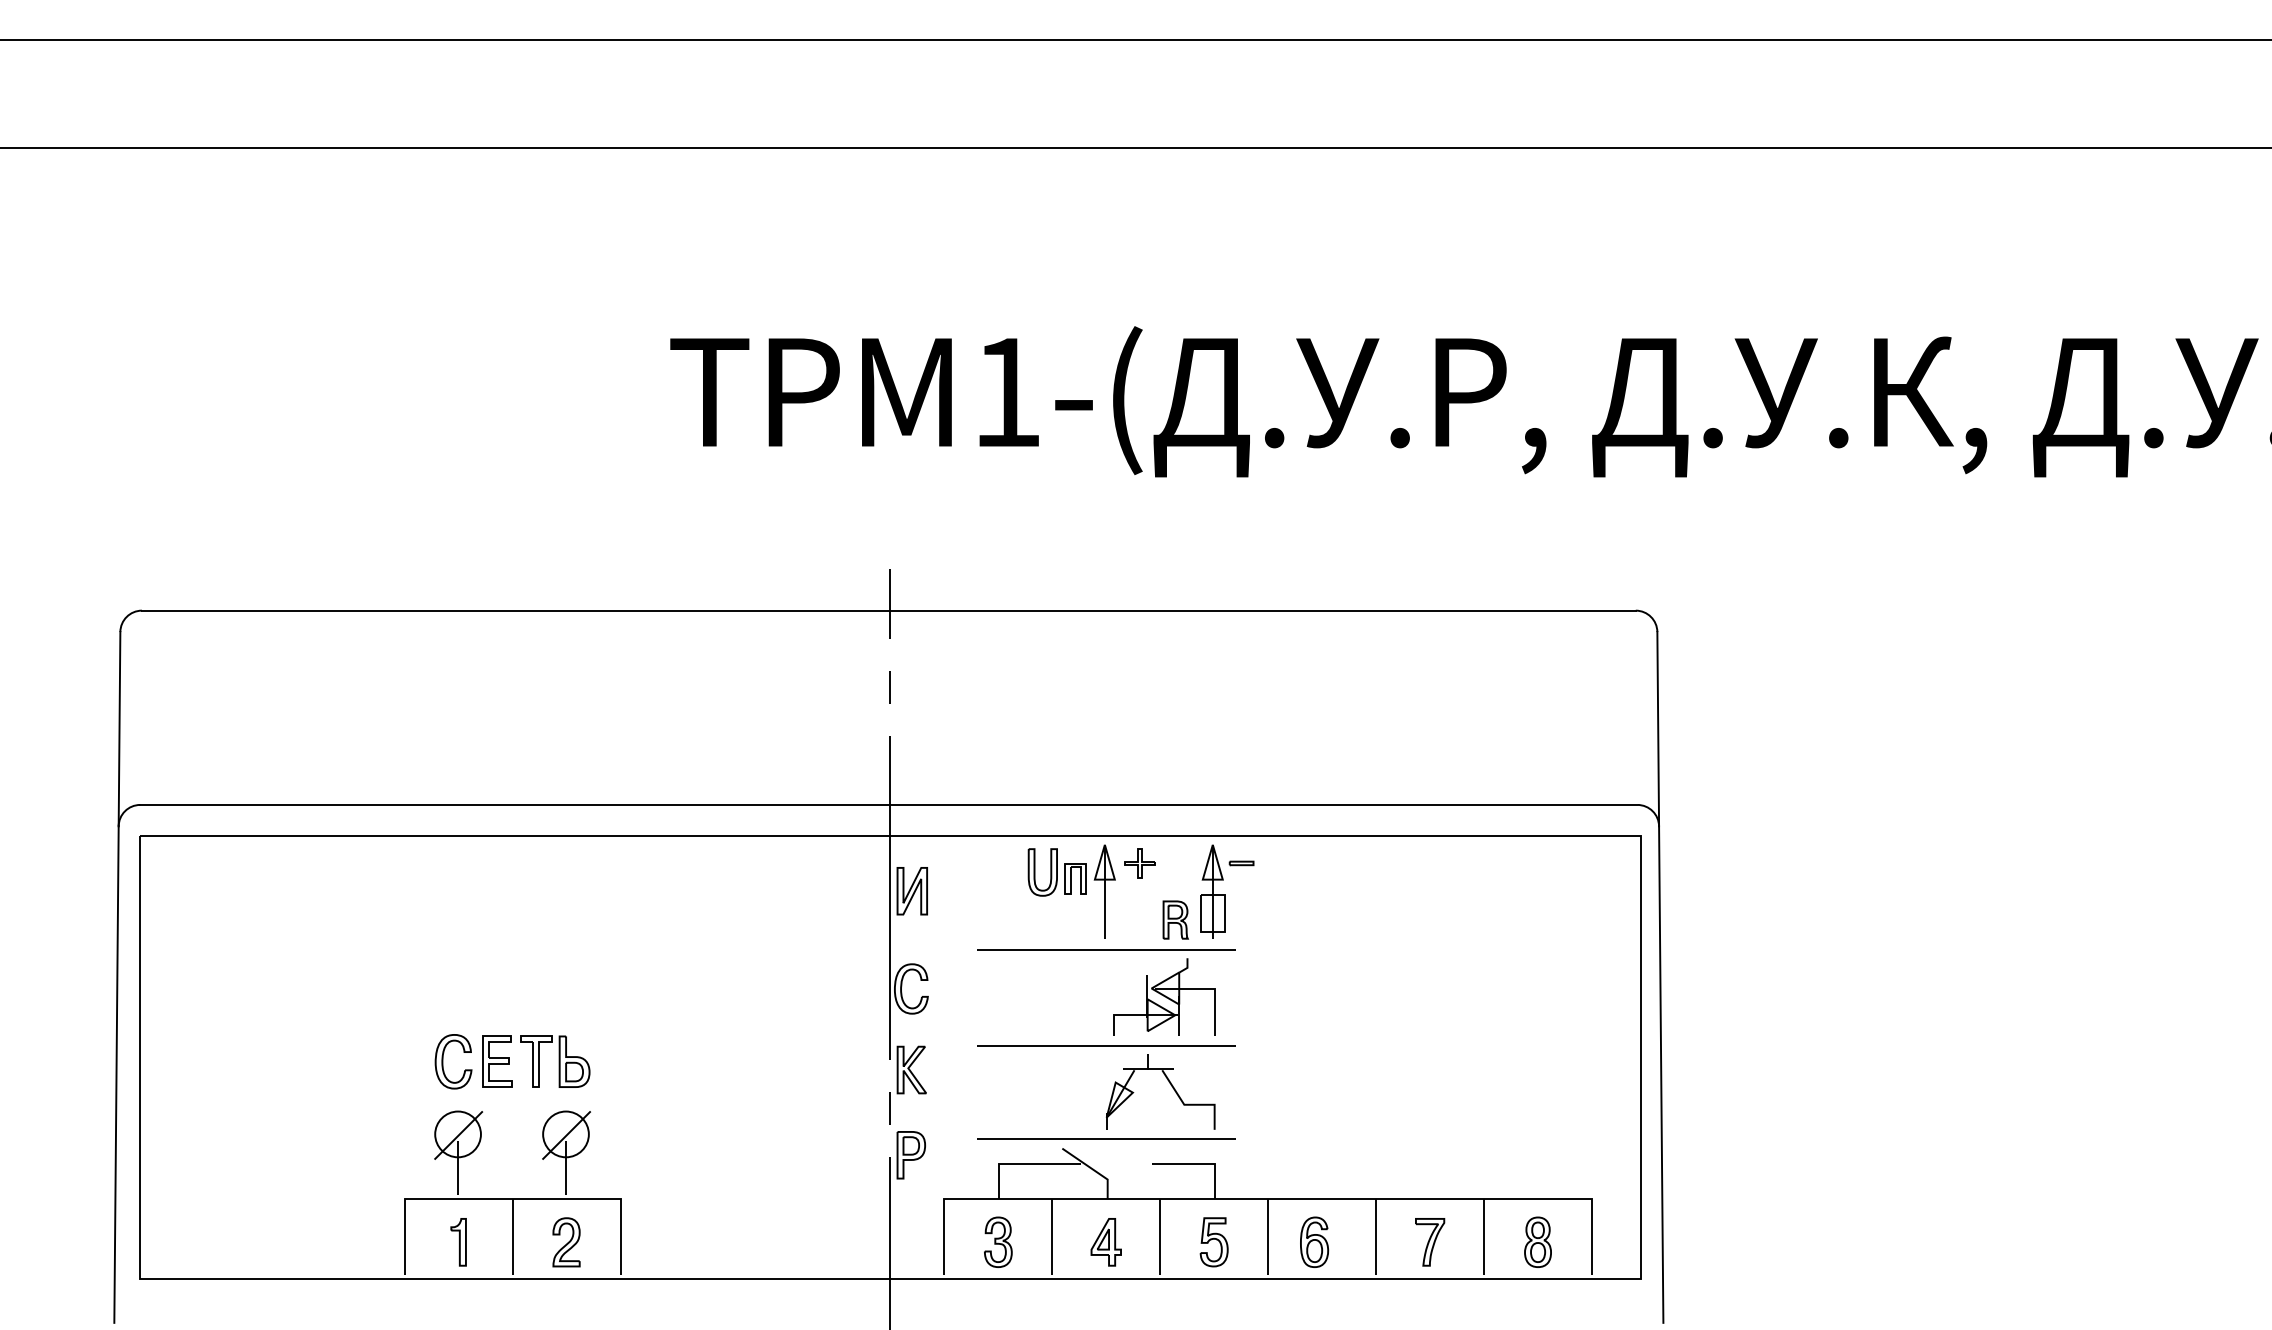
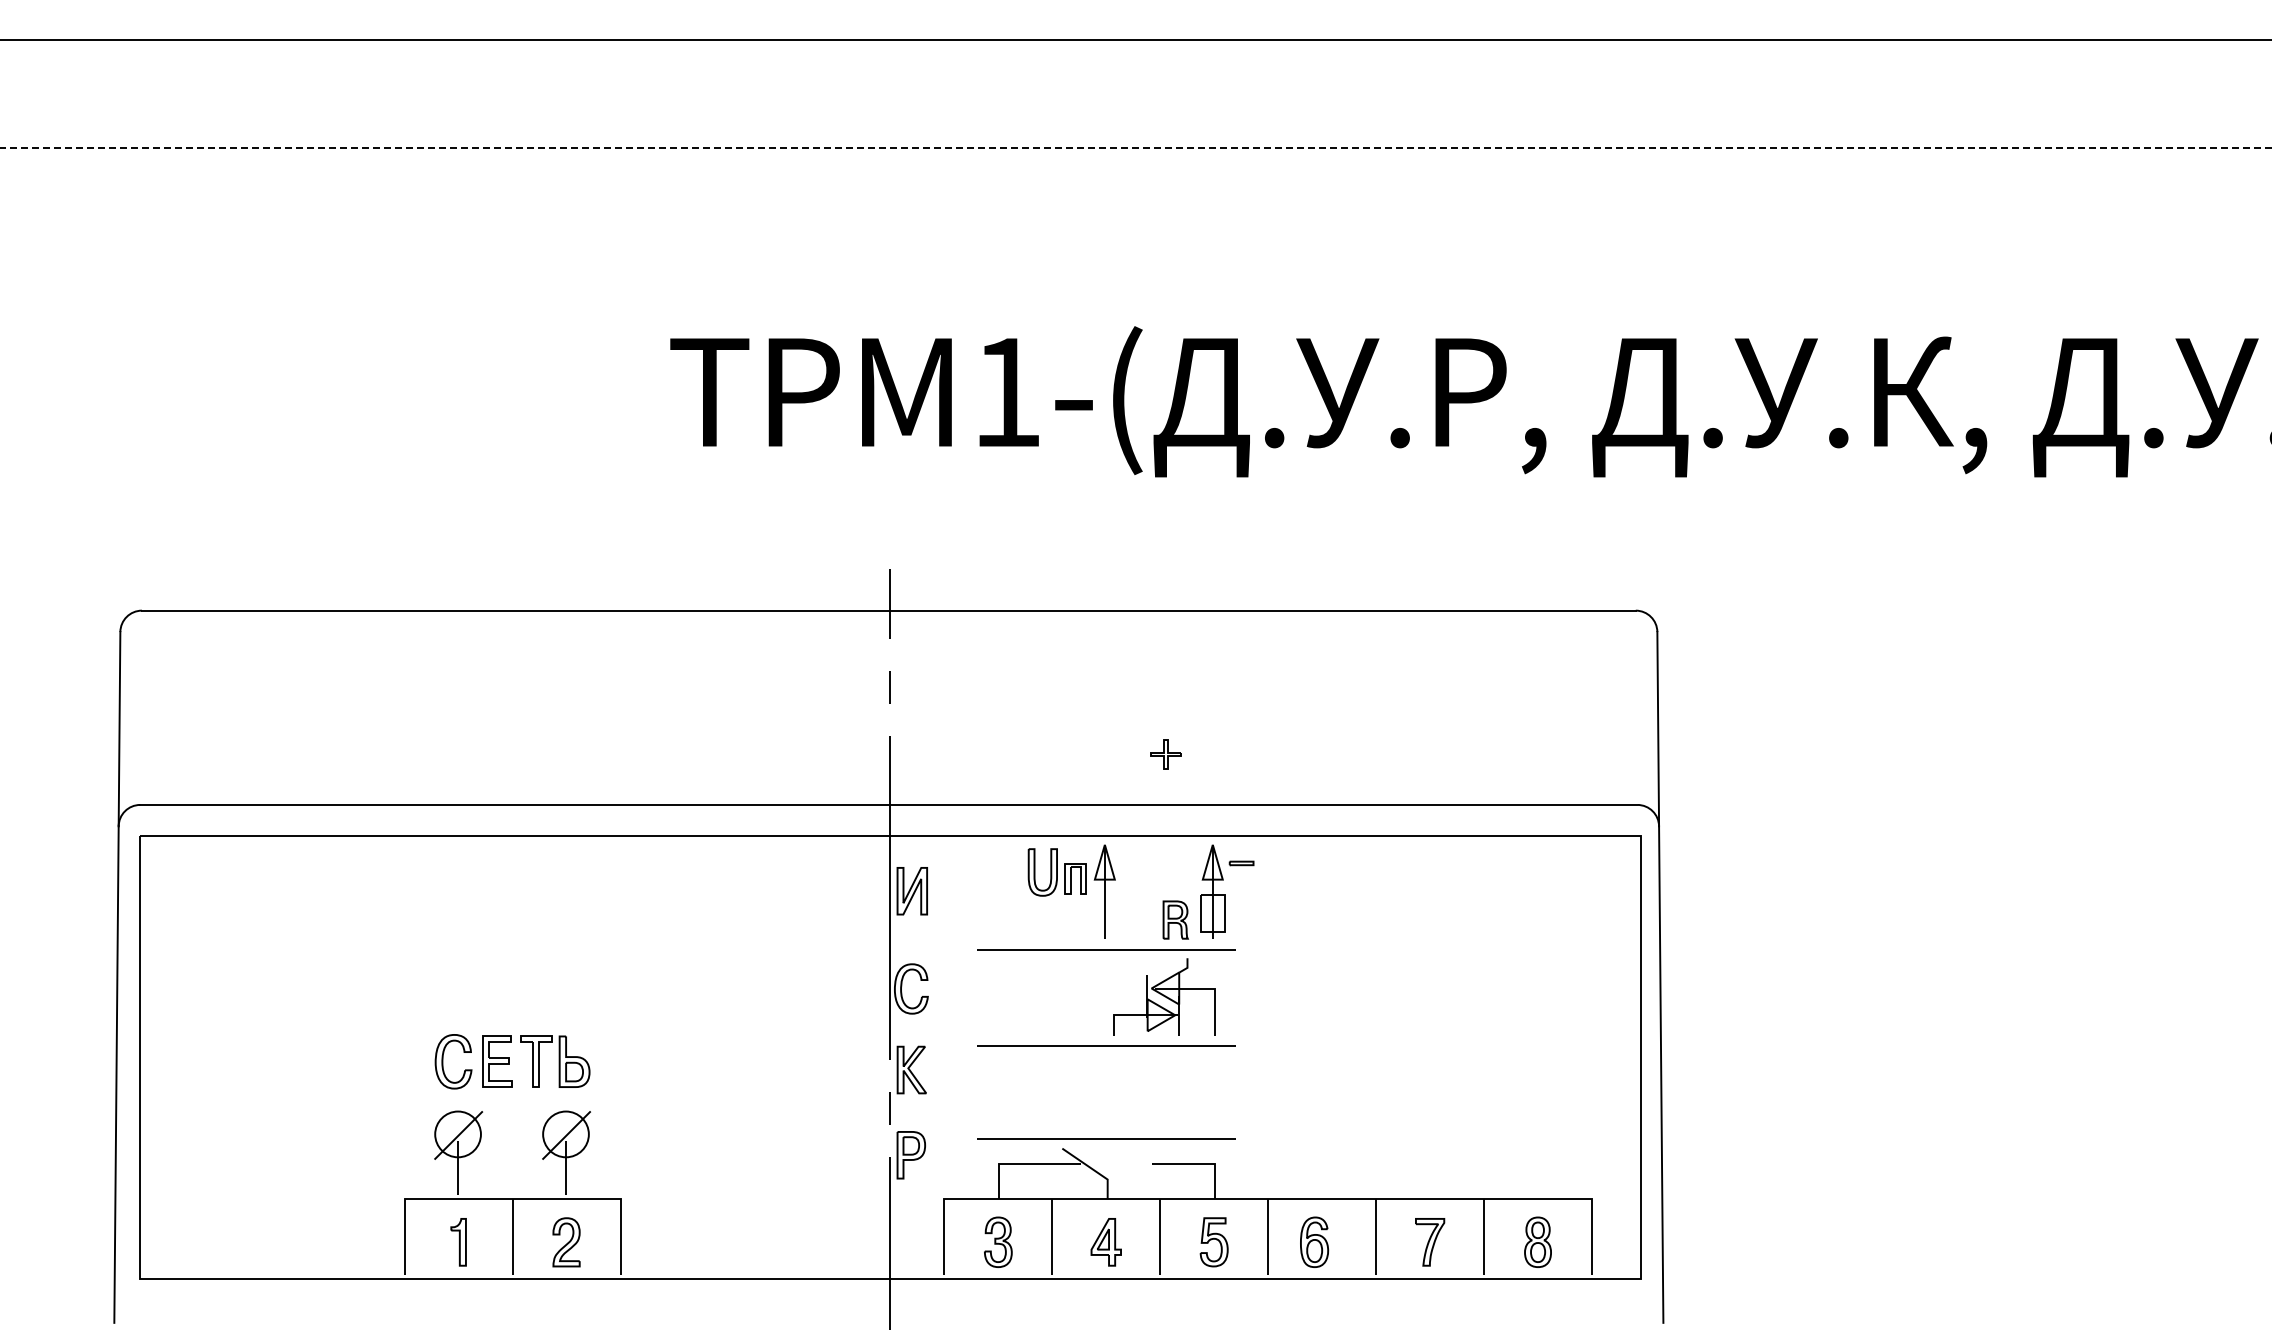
line at (1135, 147): solid -> dashed
part at (1139, 863) position: (1139, 863) -> (1165, 754)
part at (1170, 1085): present -> none
